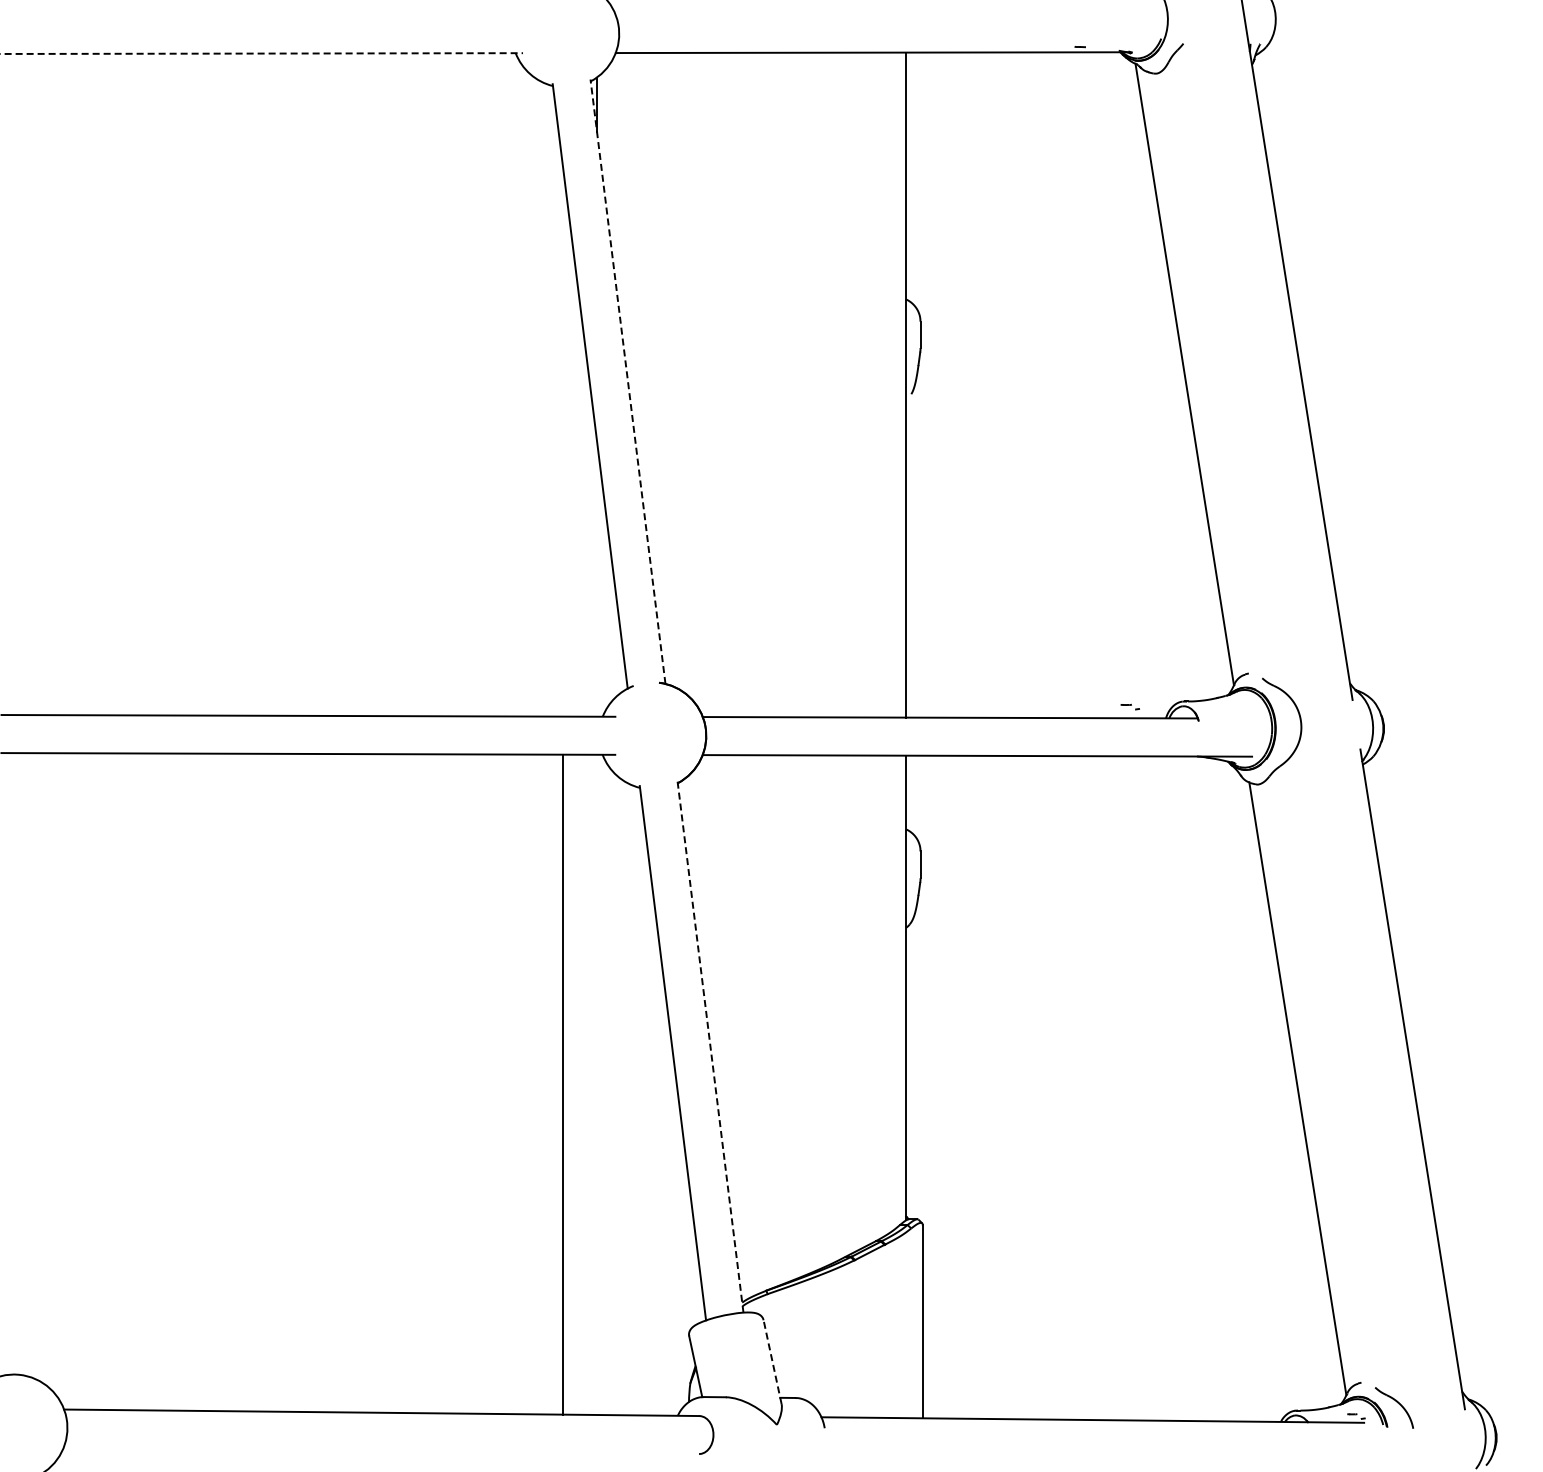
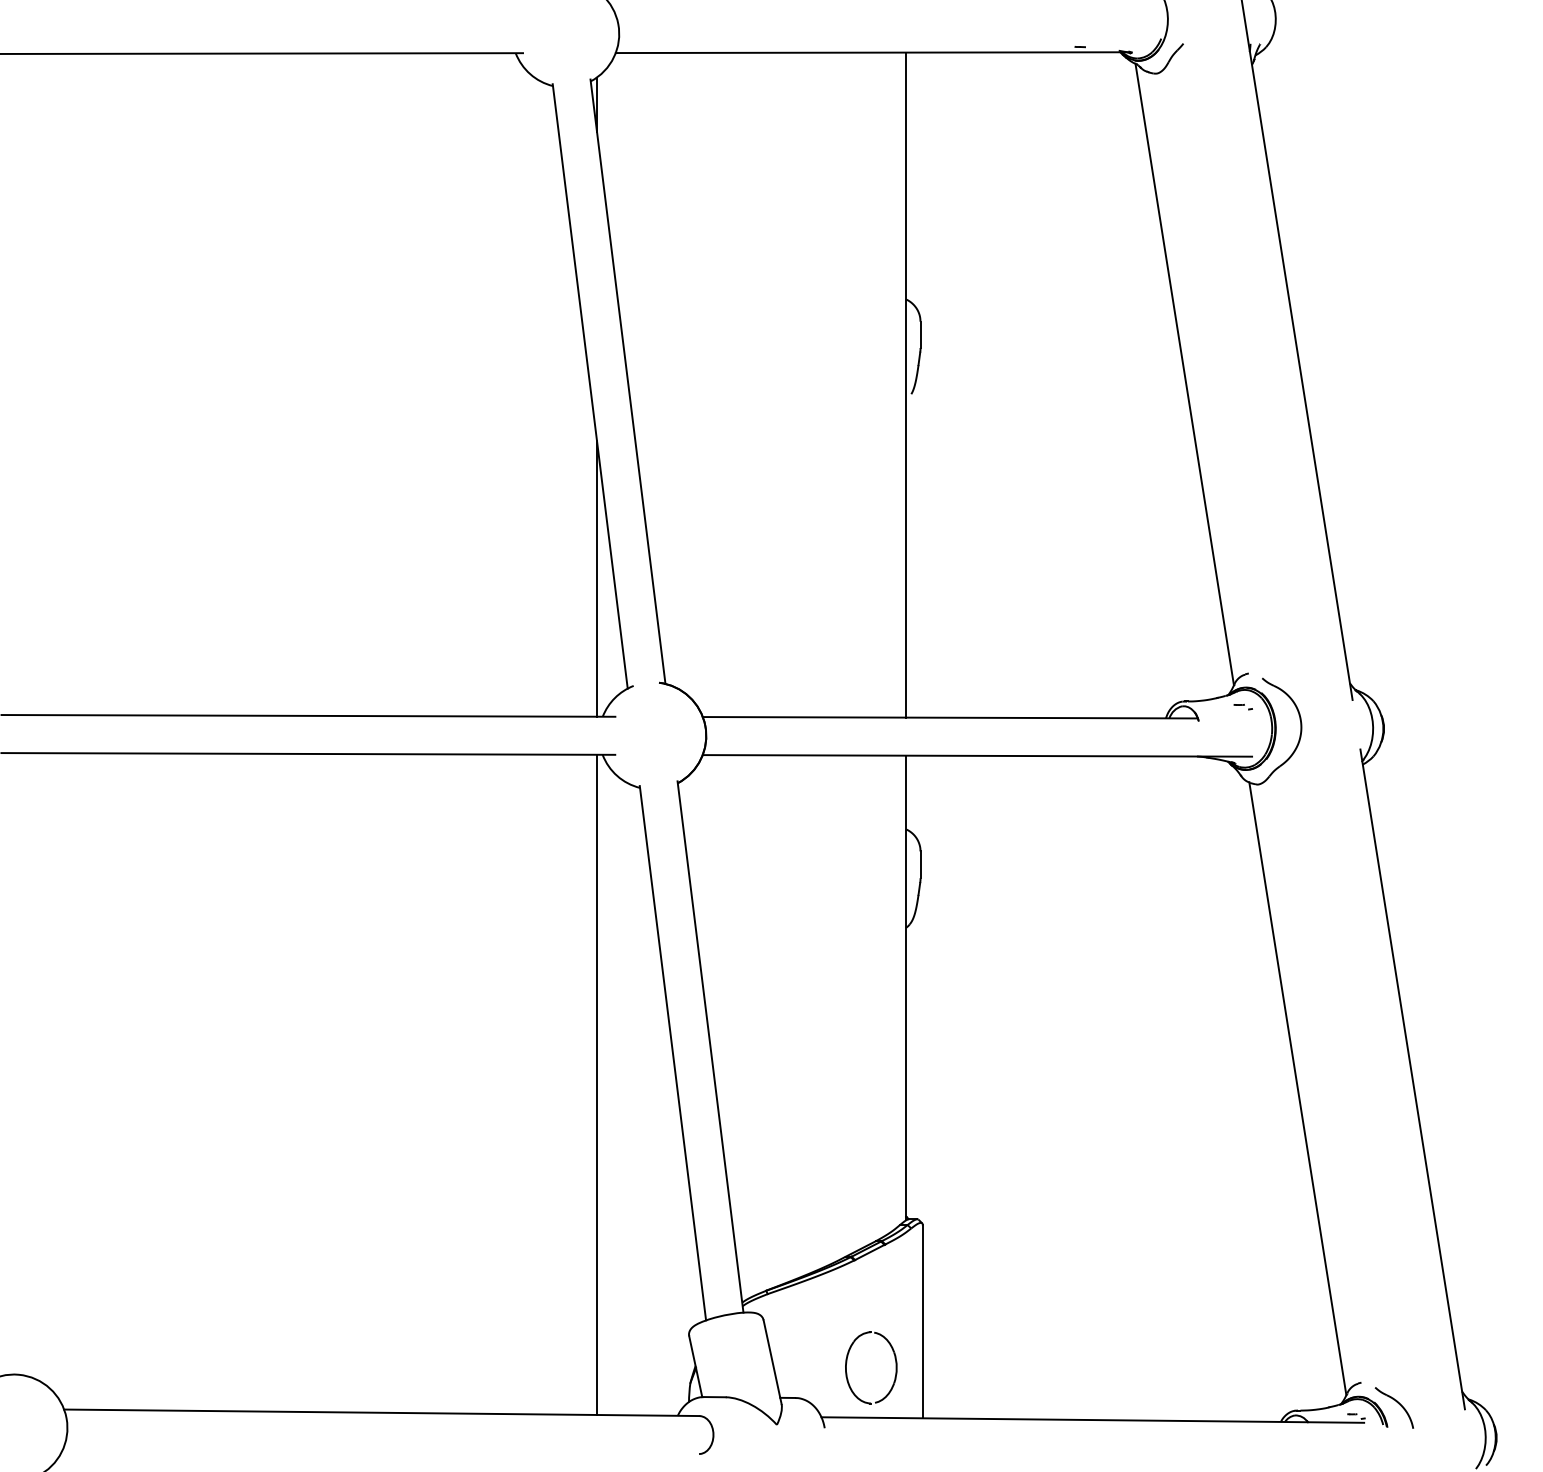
line at (262, 53): dashed -> solid
line at (628, 381): dashed -> solid
line at (597, 578): none -> present
part at (1129, 706) position: (1129, 706) -> (1242, 706)
line at (710, 1047): dashed -> solid
line at (563, 1084) position: (563, 1084) -> (597, 1084)
line at (772, 1362): dashed -> solid
part at (895, 1367): none -> present
